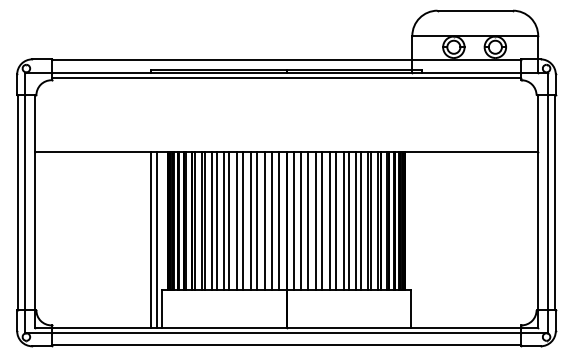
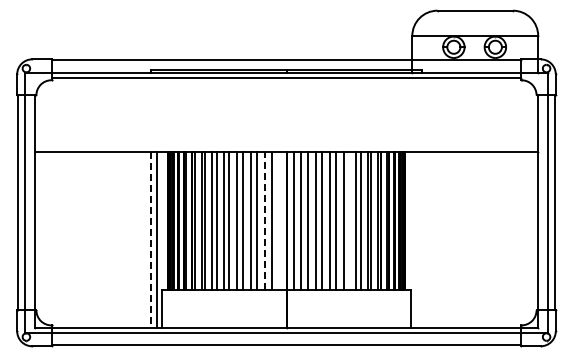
line at (264, 220): solid -> dashed
line at (279, 220): present -> none
line at (348, 220): present -> none
line at (151, 239): solid -> dashed
